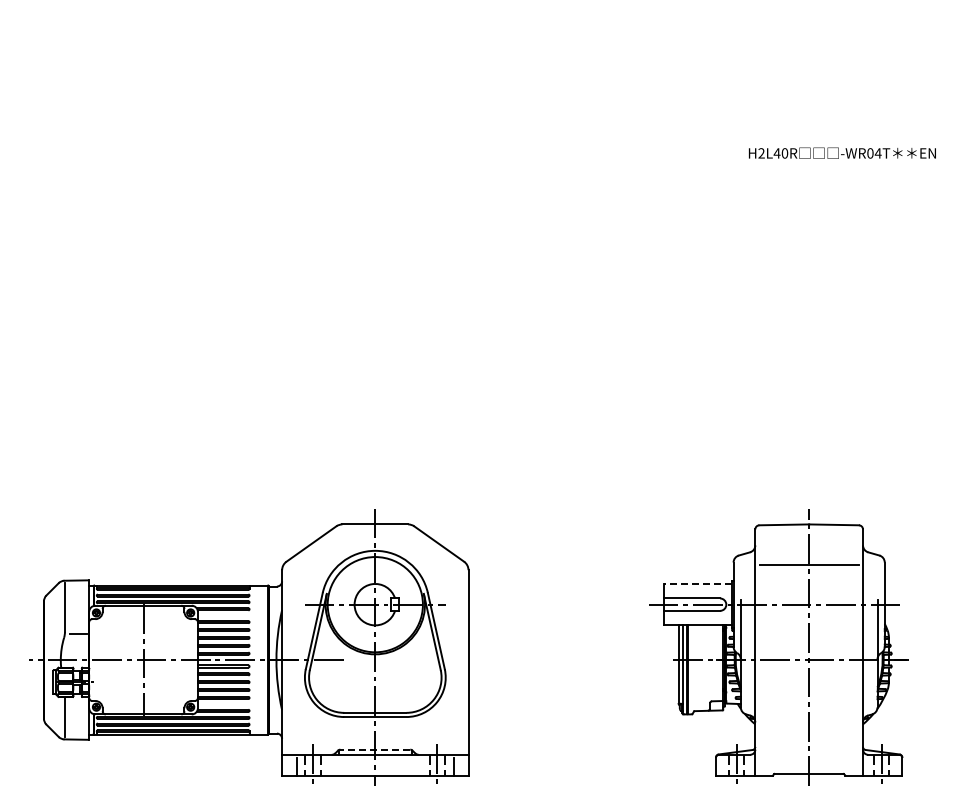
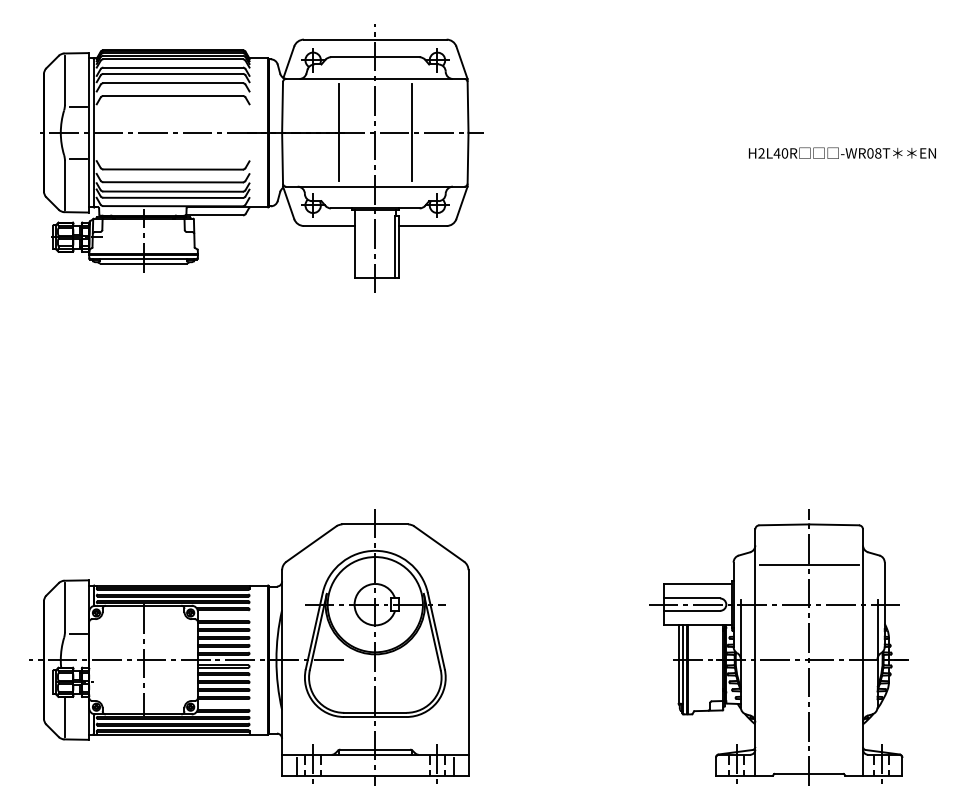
text at (877, 153): -WR04T -> -WR08T
part at (261, 158): none -> present
line at (697, 583): dashed -> solid
line at (375, 749): dashed -> solid
